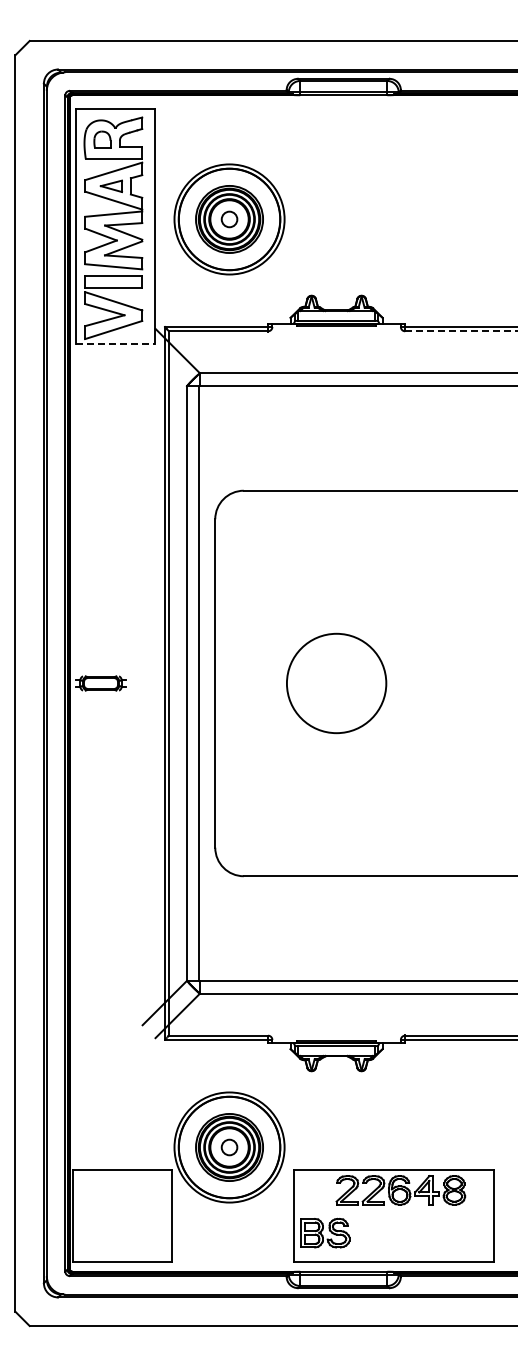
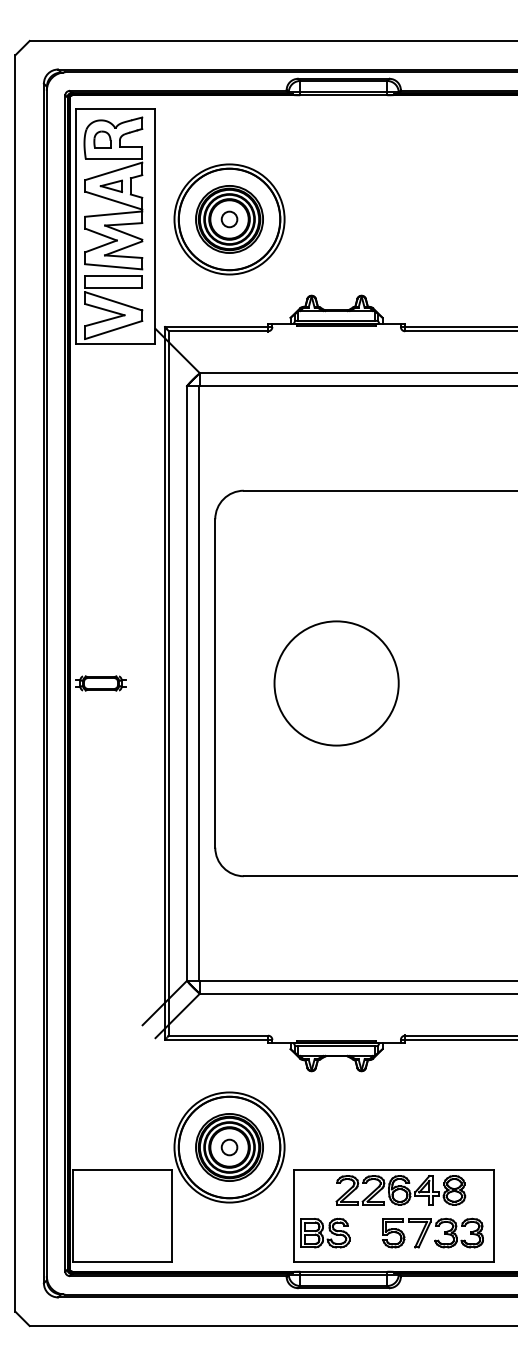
line at (461, 331): dashed -> solid
line at (115, 344): dashed -> solid
circle at (336, 683) diameter: 99 px -> 124 px
part at (432, 1232): none -> present
